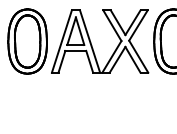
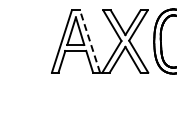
part at (27, 41): present -> none
line at (90, 41): solid -> dashed
